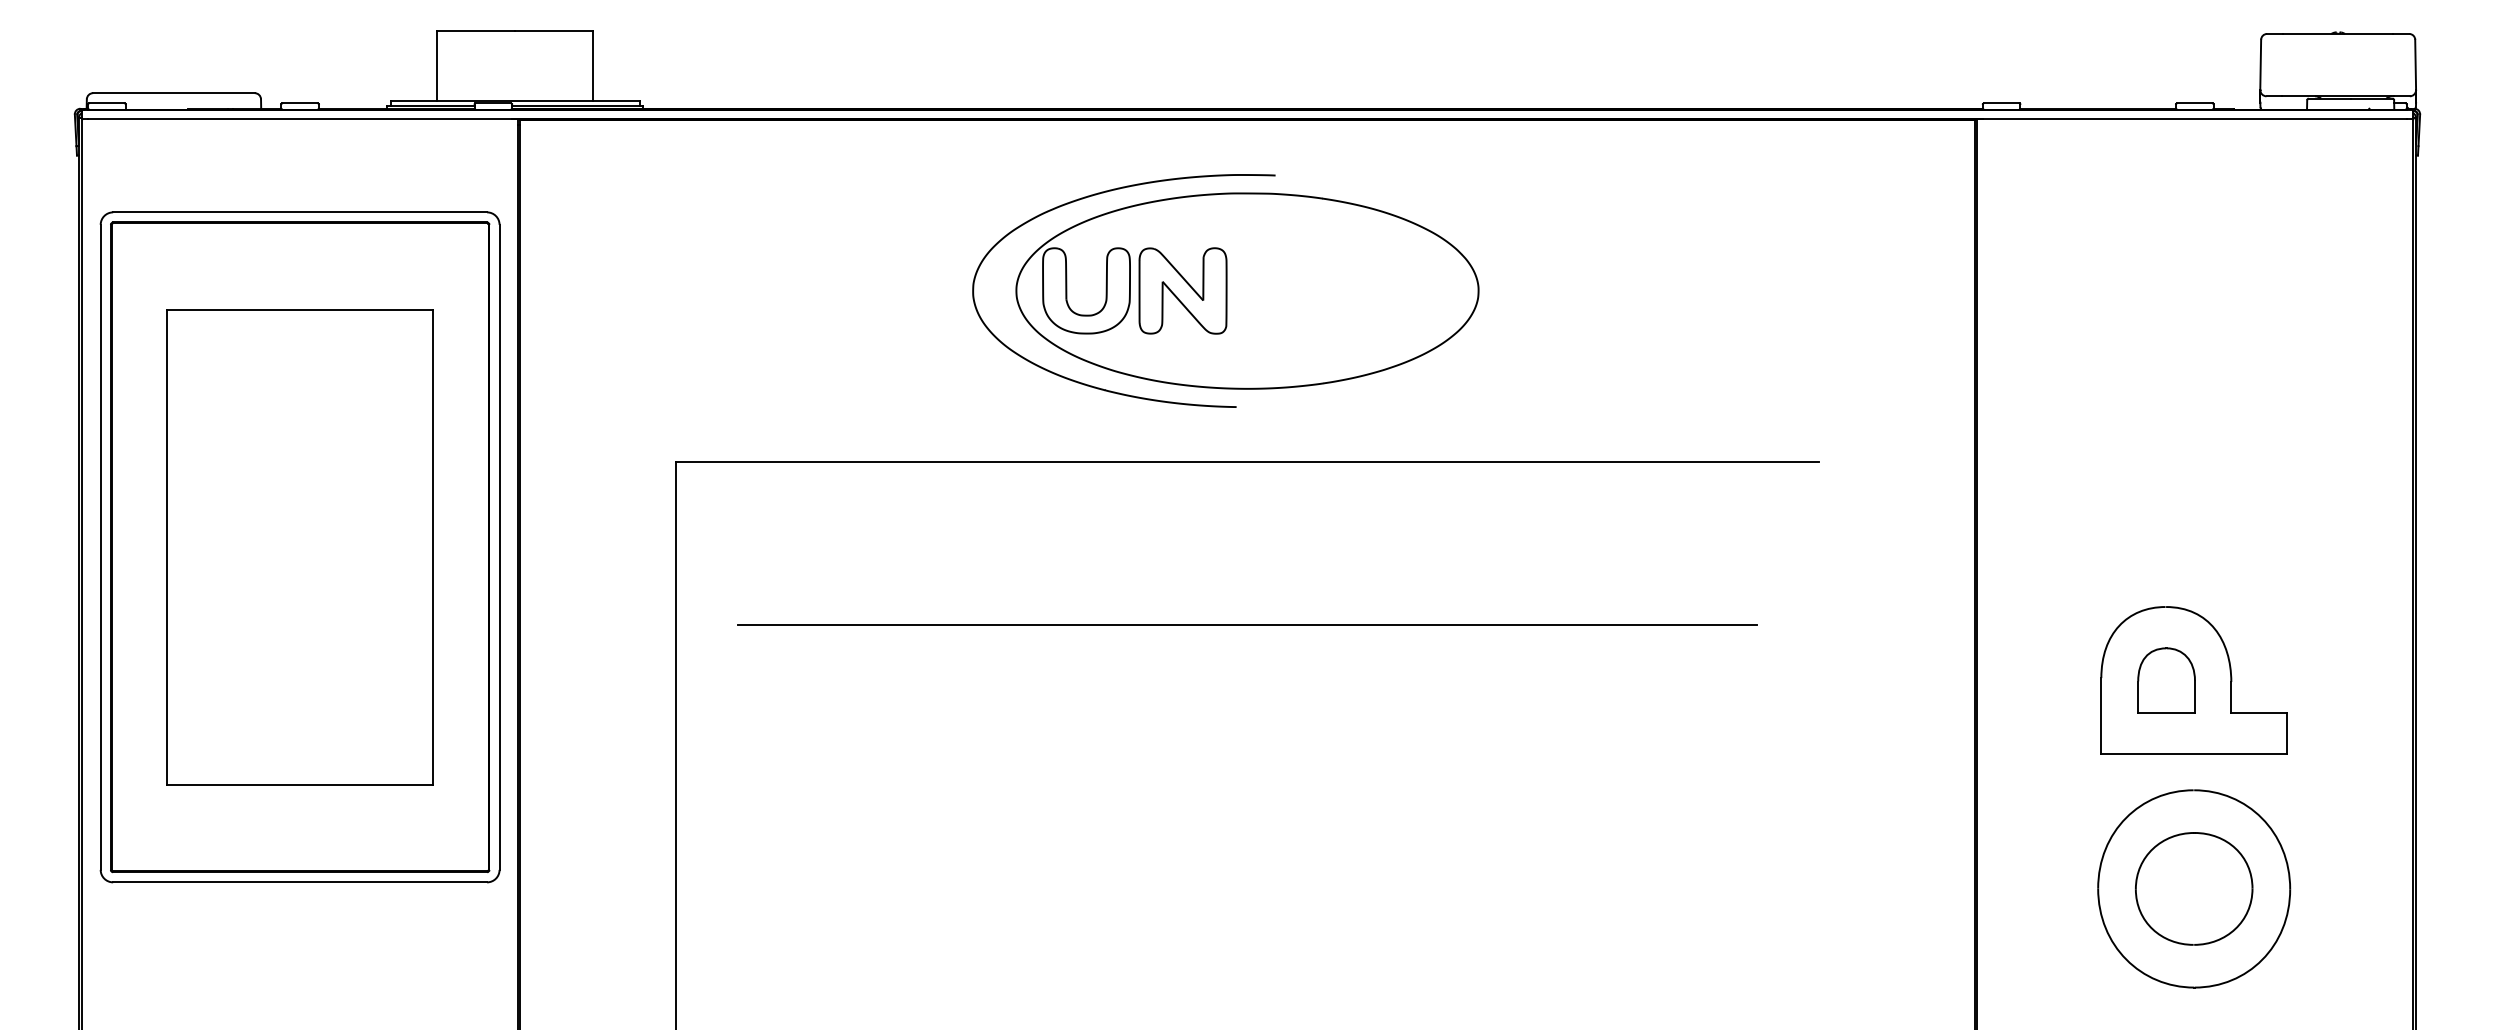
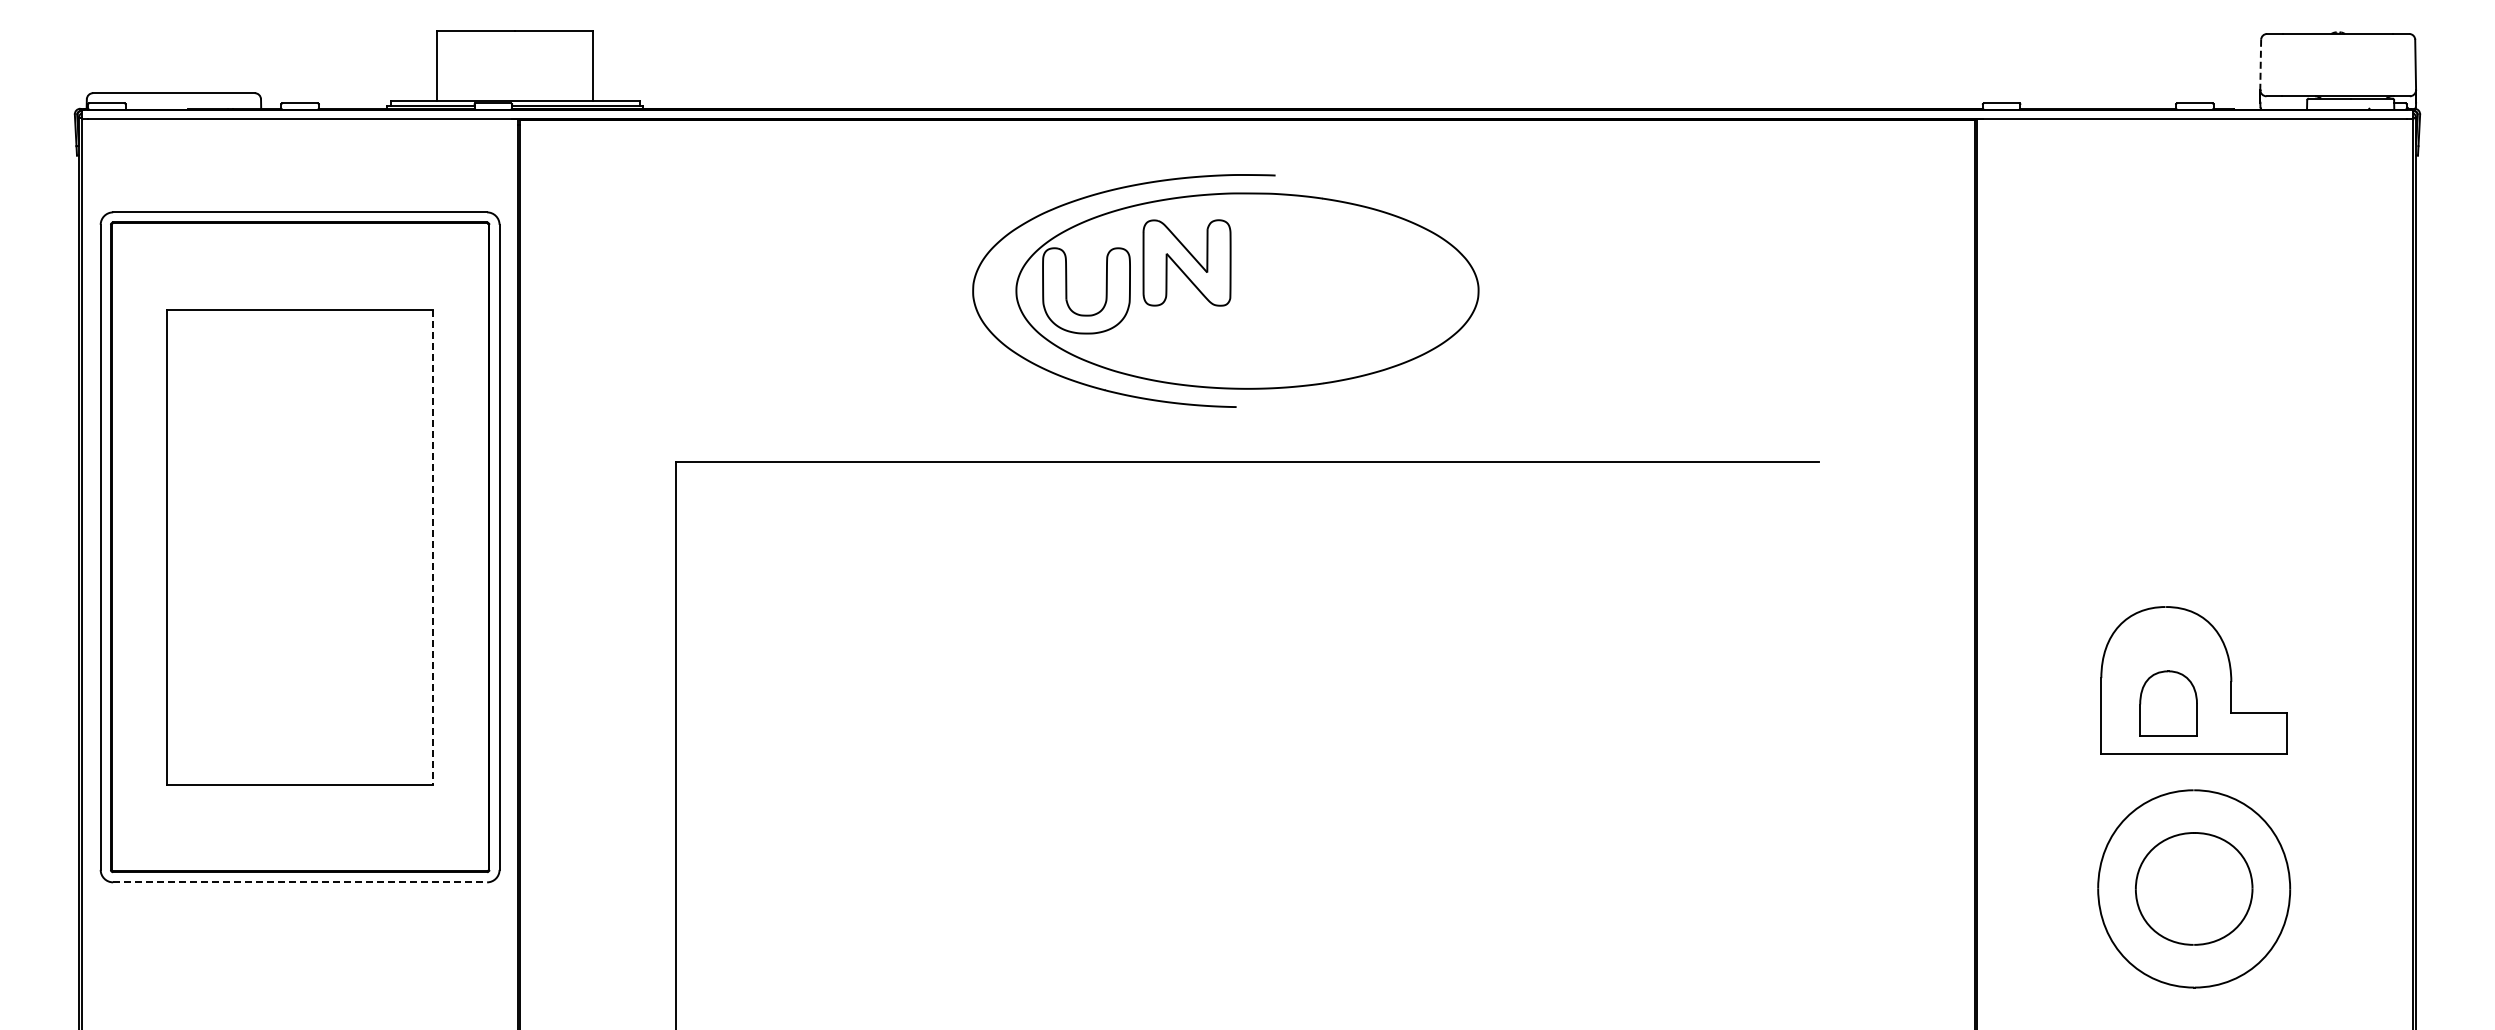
line at (2260, 65): solid -> dashed
part at (1182, 290) position: (1182, 290) -> (1186, 262)
line at (433, 547): solid -> dashed
line at (1247, 625): present -> none
part at (2166, 680) position: (2166, 680) -> (2168, 703)
line at (300, 882): solid -> dashed
